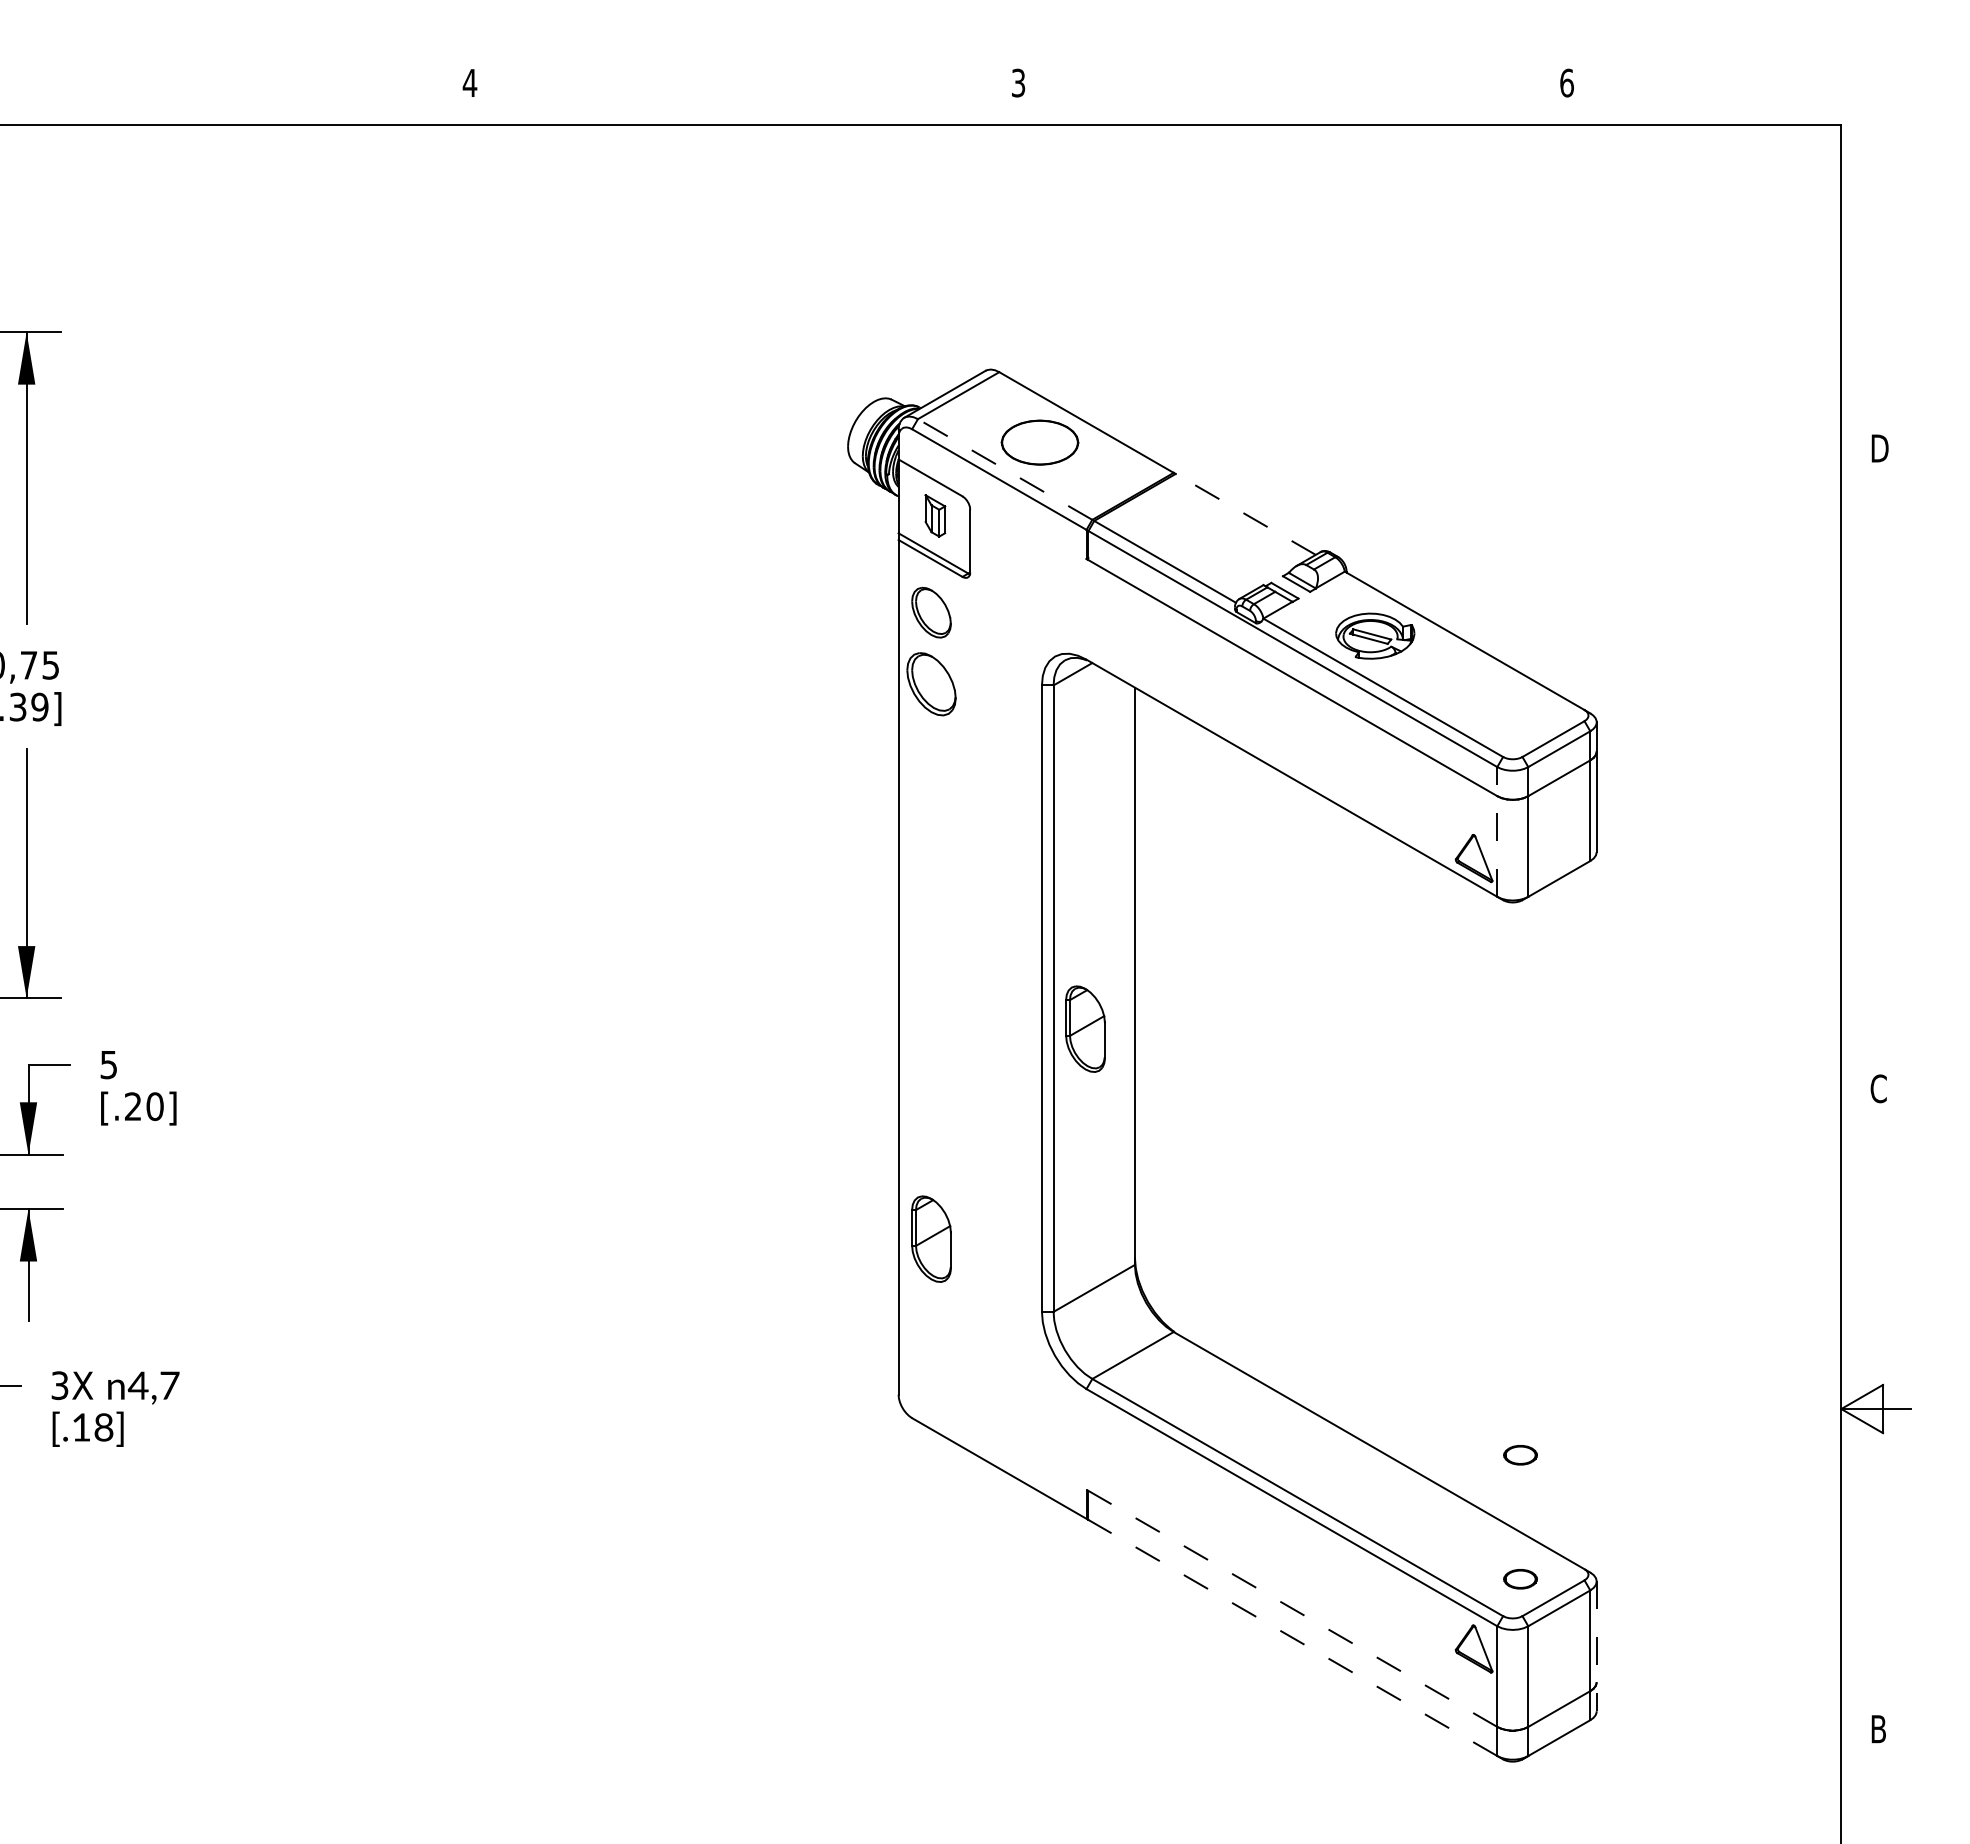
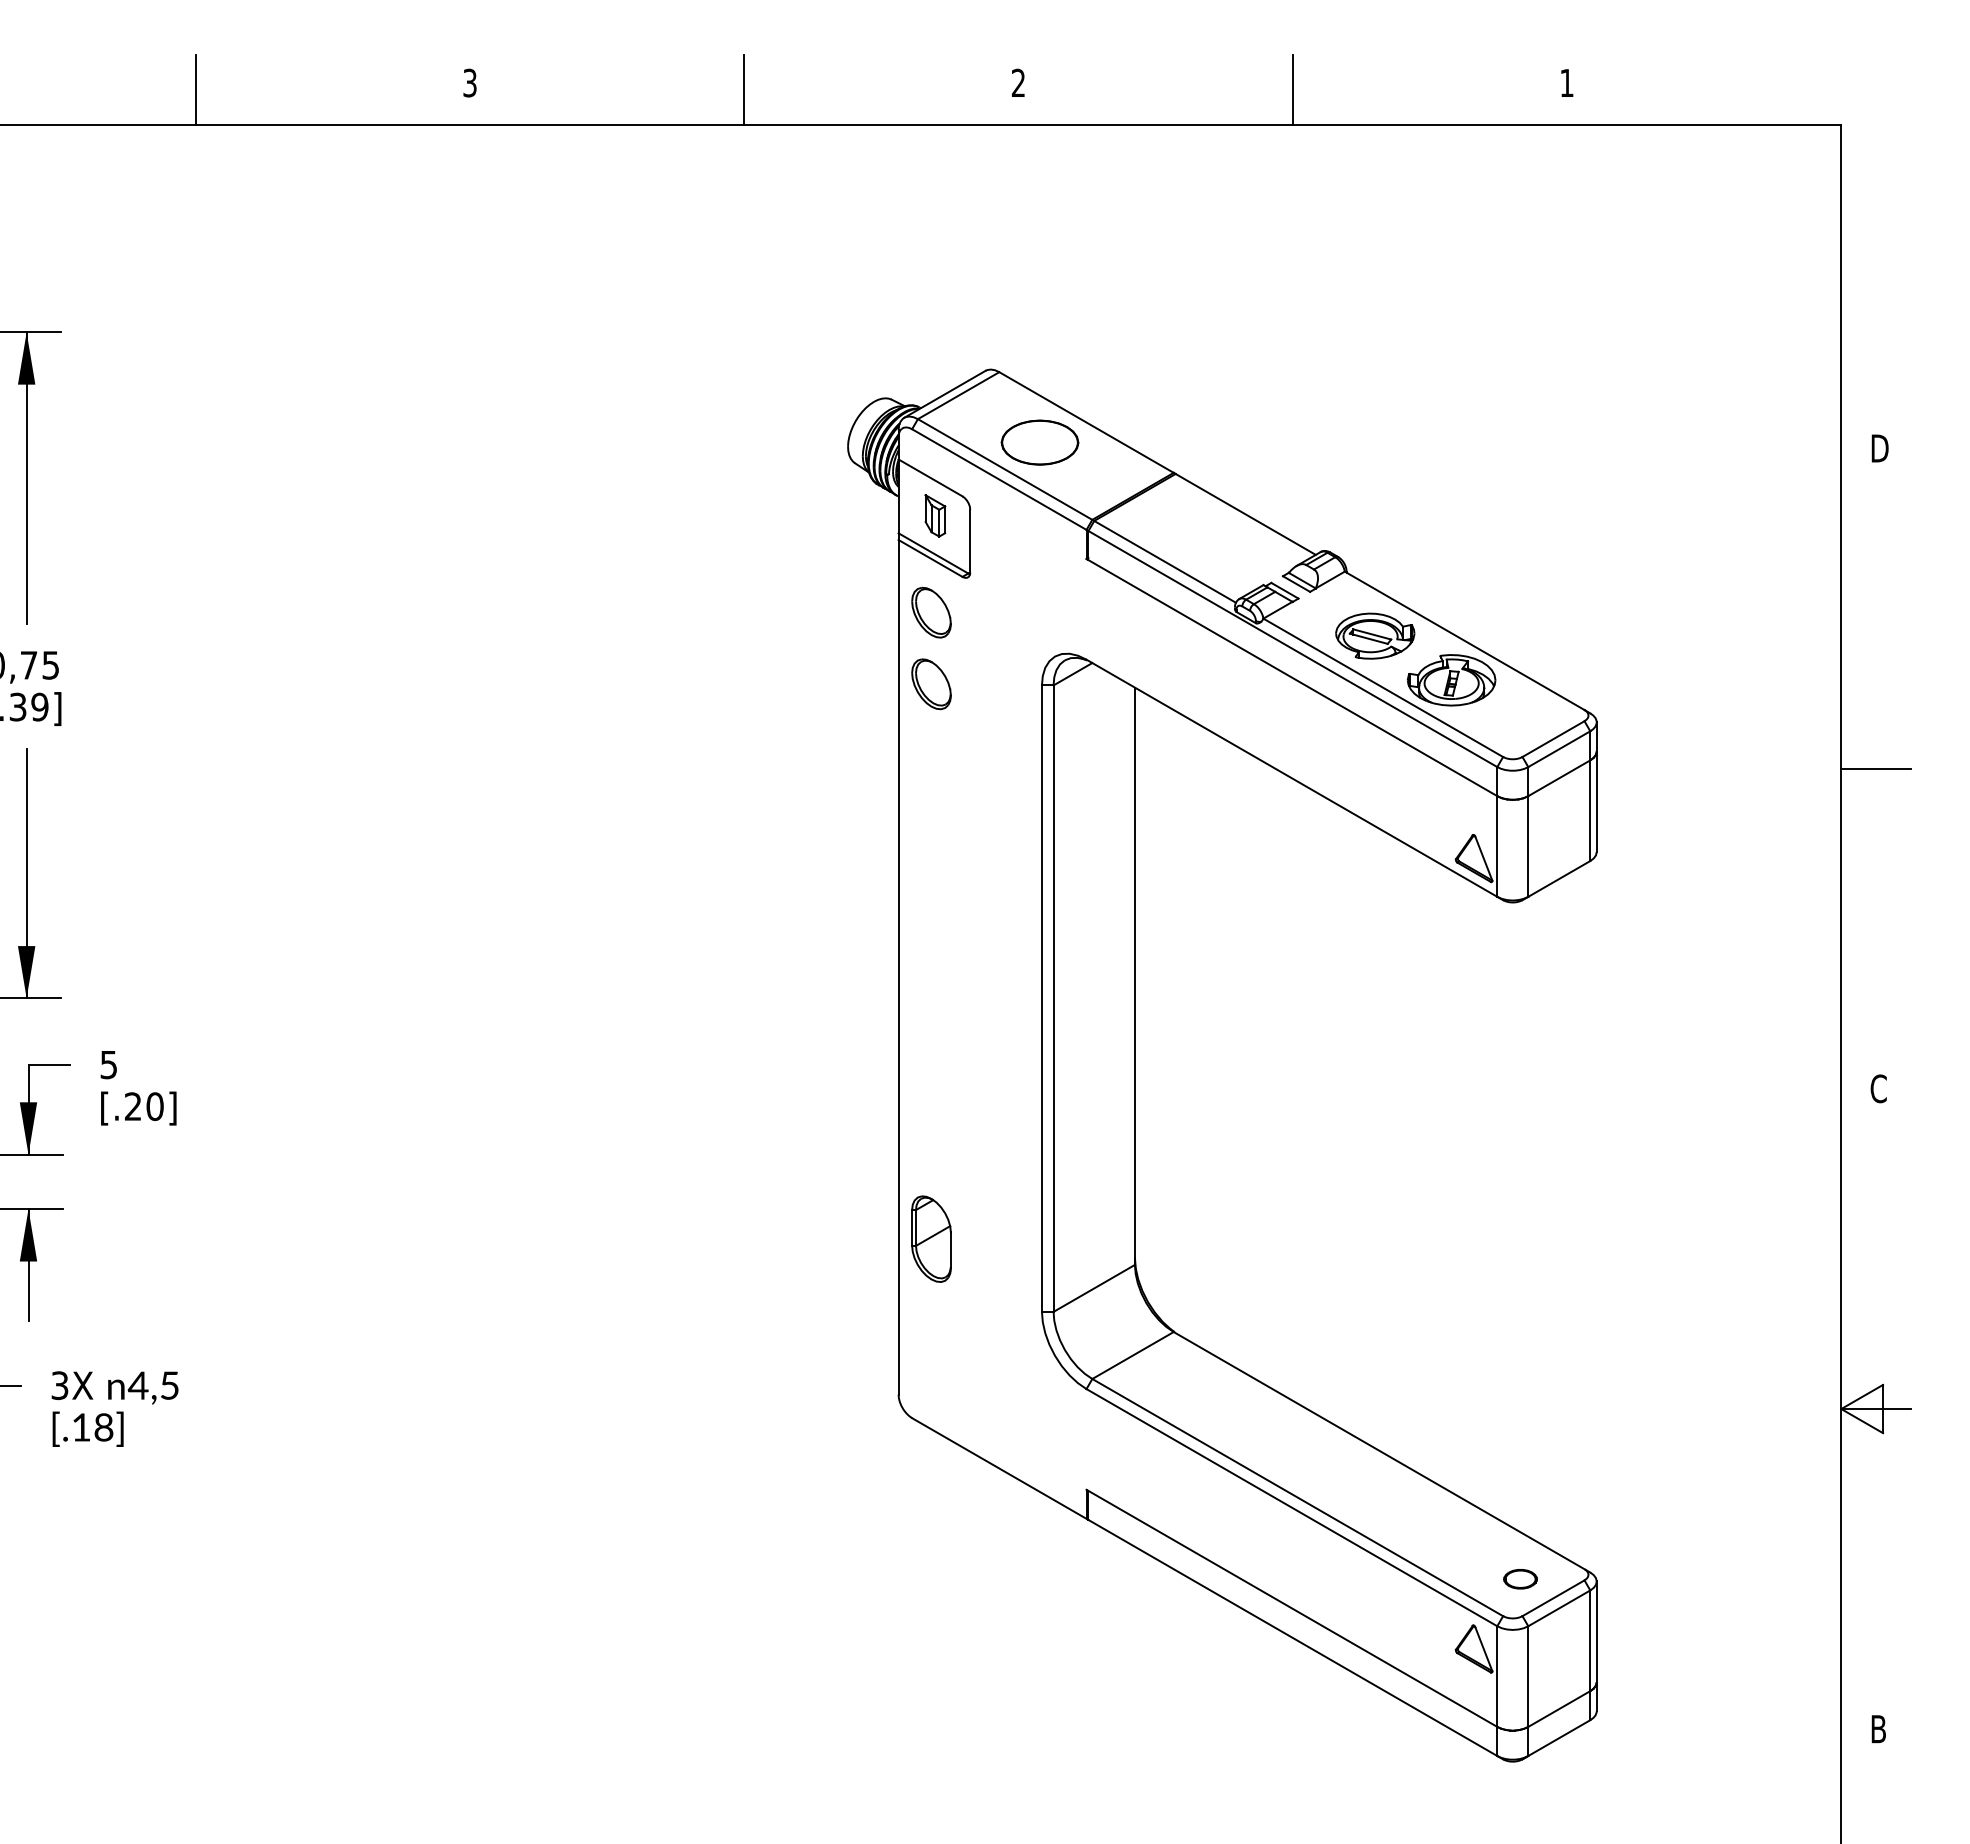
text at (469, 82): 4 -> 3
text at (1566, 82): 6 -> 1
text at (1018, 83): 3 -> 2
line at (195, 89): none -> present
line at (744, 89): none -> present
line at (1292, 89): none -> present
line at (1005, 469): dashed -> solid
line at (1245, 514): dashed -> solid
part at (1451, 680): none -> present
part at (931, 684) size: 51x65 px -> 41x53 px
line at (1875, 768): none -> present
line at (1497, 831): dashed -> solid
part at (1085, 1028): present -> none
text at (169, 1385): 4,7 -> 4,5
part at (1520, 1455): present -> none
line at (1291, 1608): dashed -> solid
line at (1292, 1637): dashed -> solid
line at (1596, 1646): dashed -> solid
